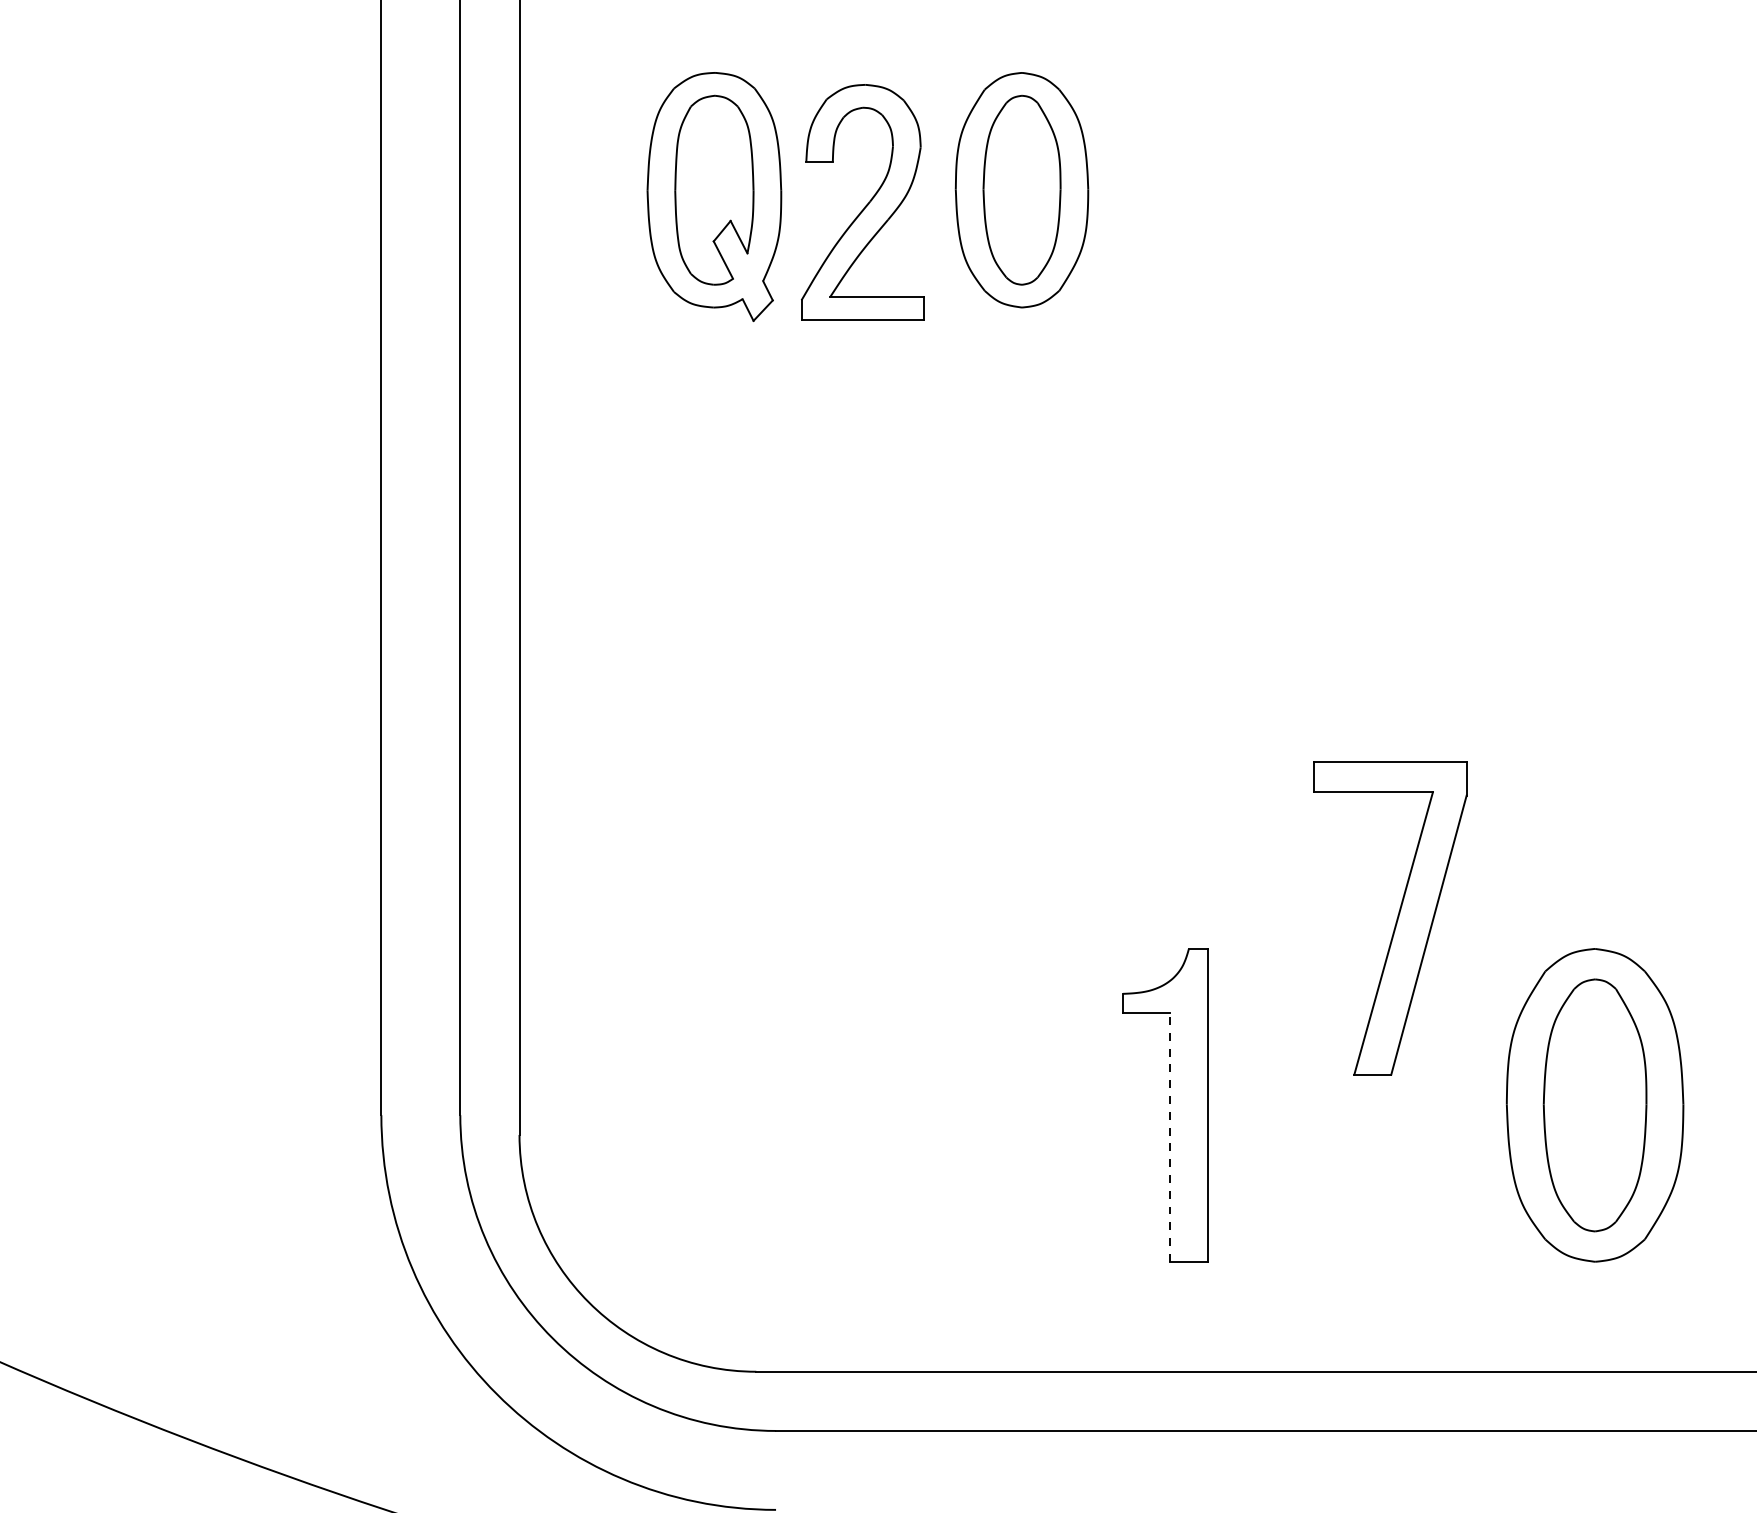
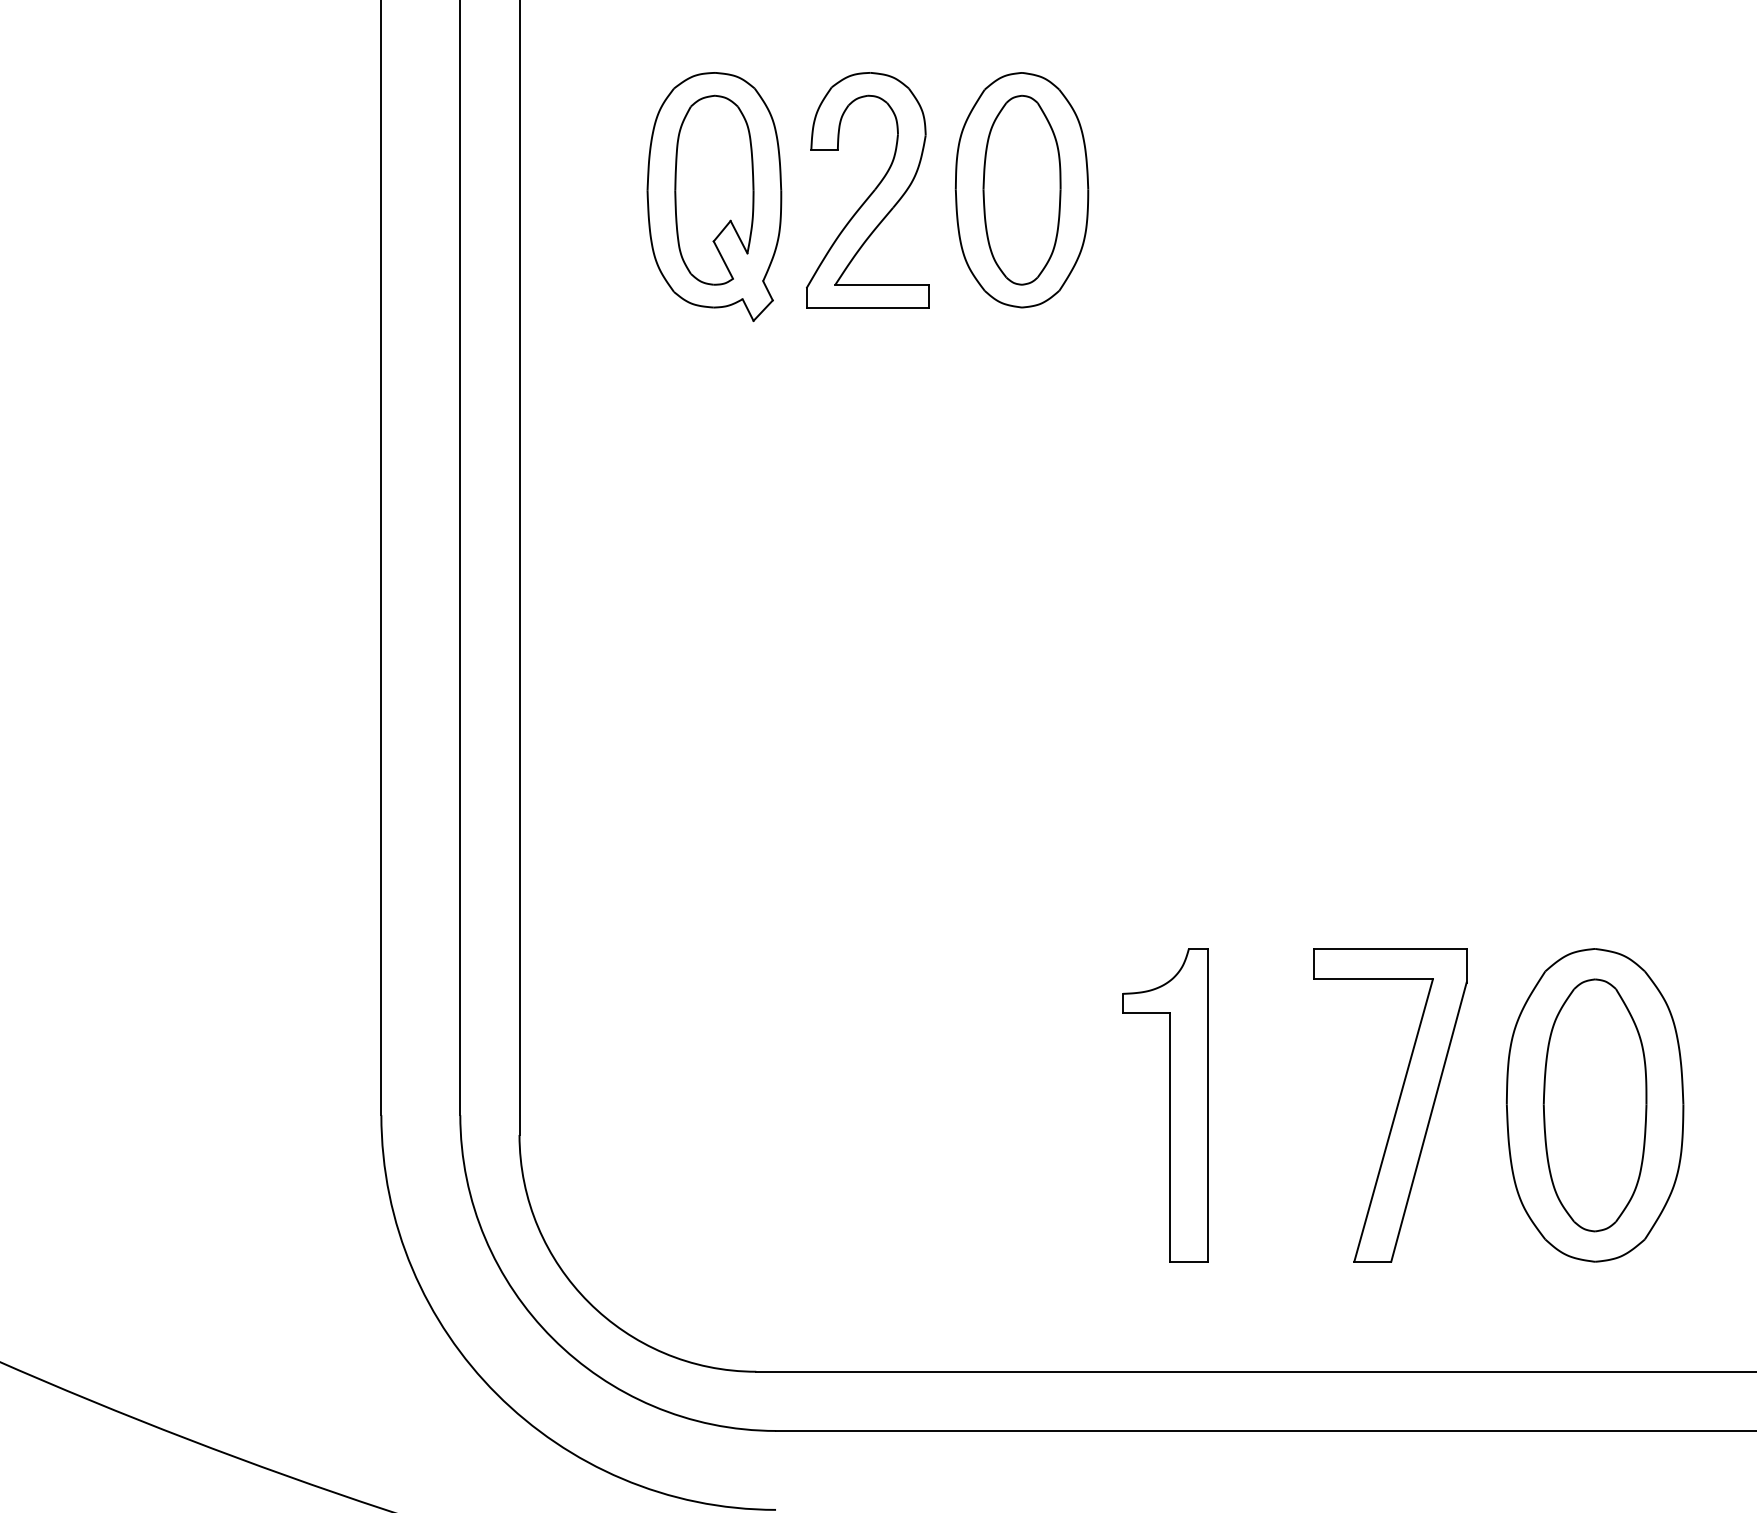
part at (862, 202) position: (862, 202) -> (867, 190)
part at (1390, 918) position: (1390, 918) -> (1390, 1105)
line at (1170, 1136): dashed -> solid
